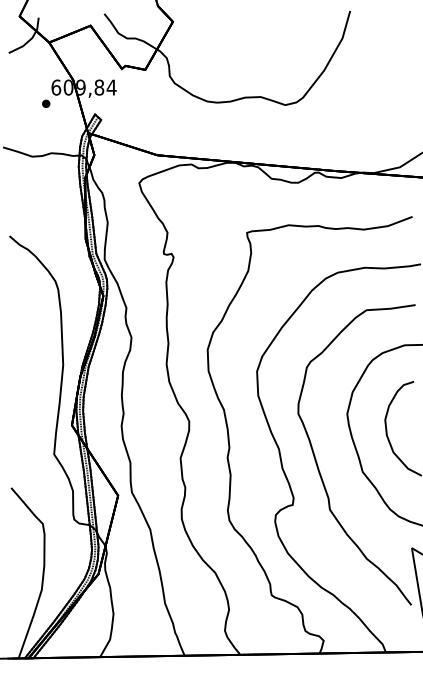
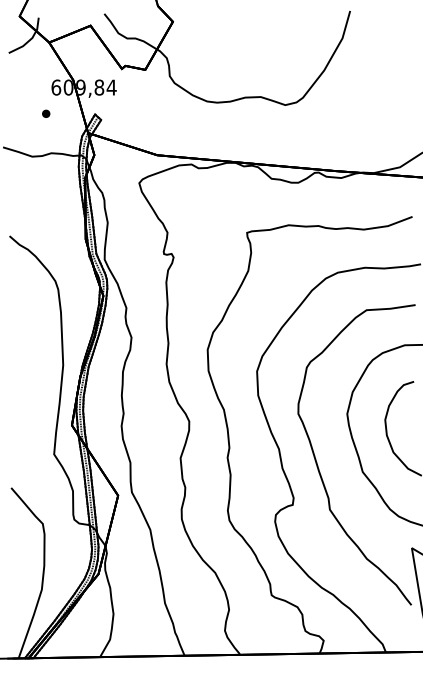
part at (46, 103) position: (46, 103) -> (46, 113)
